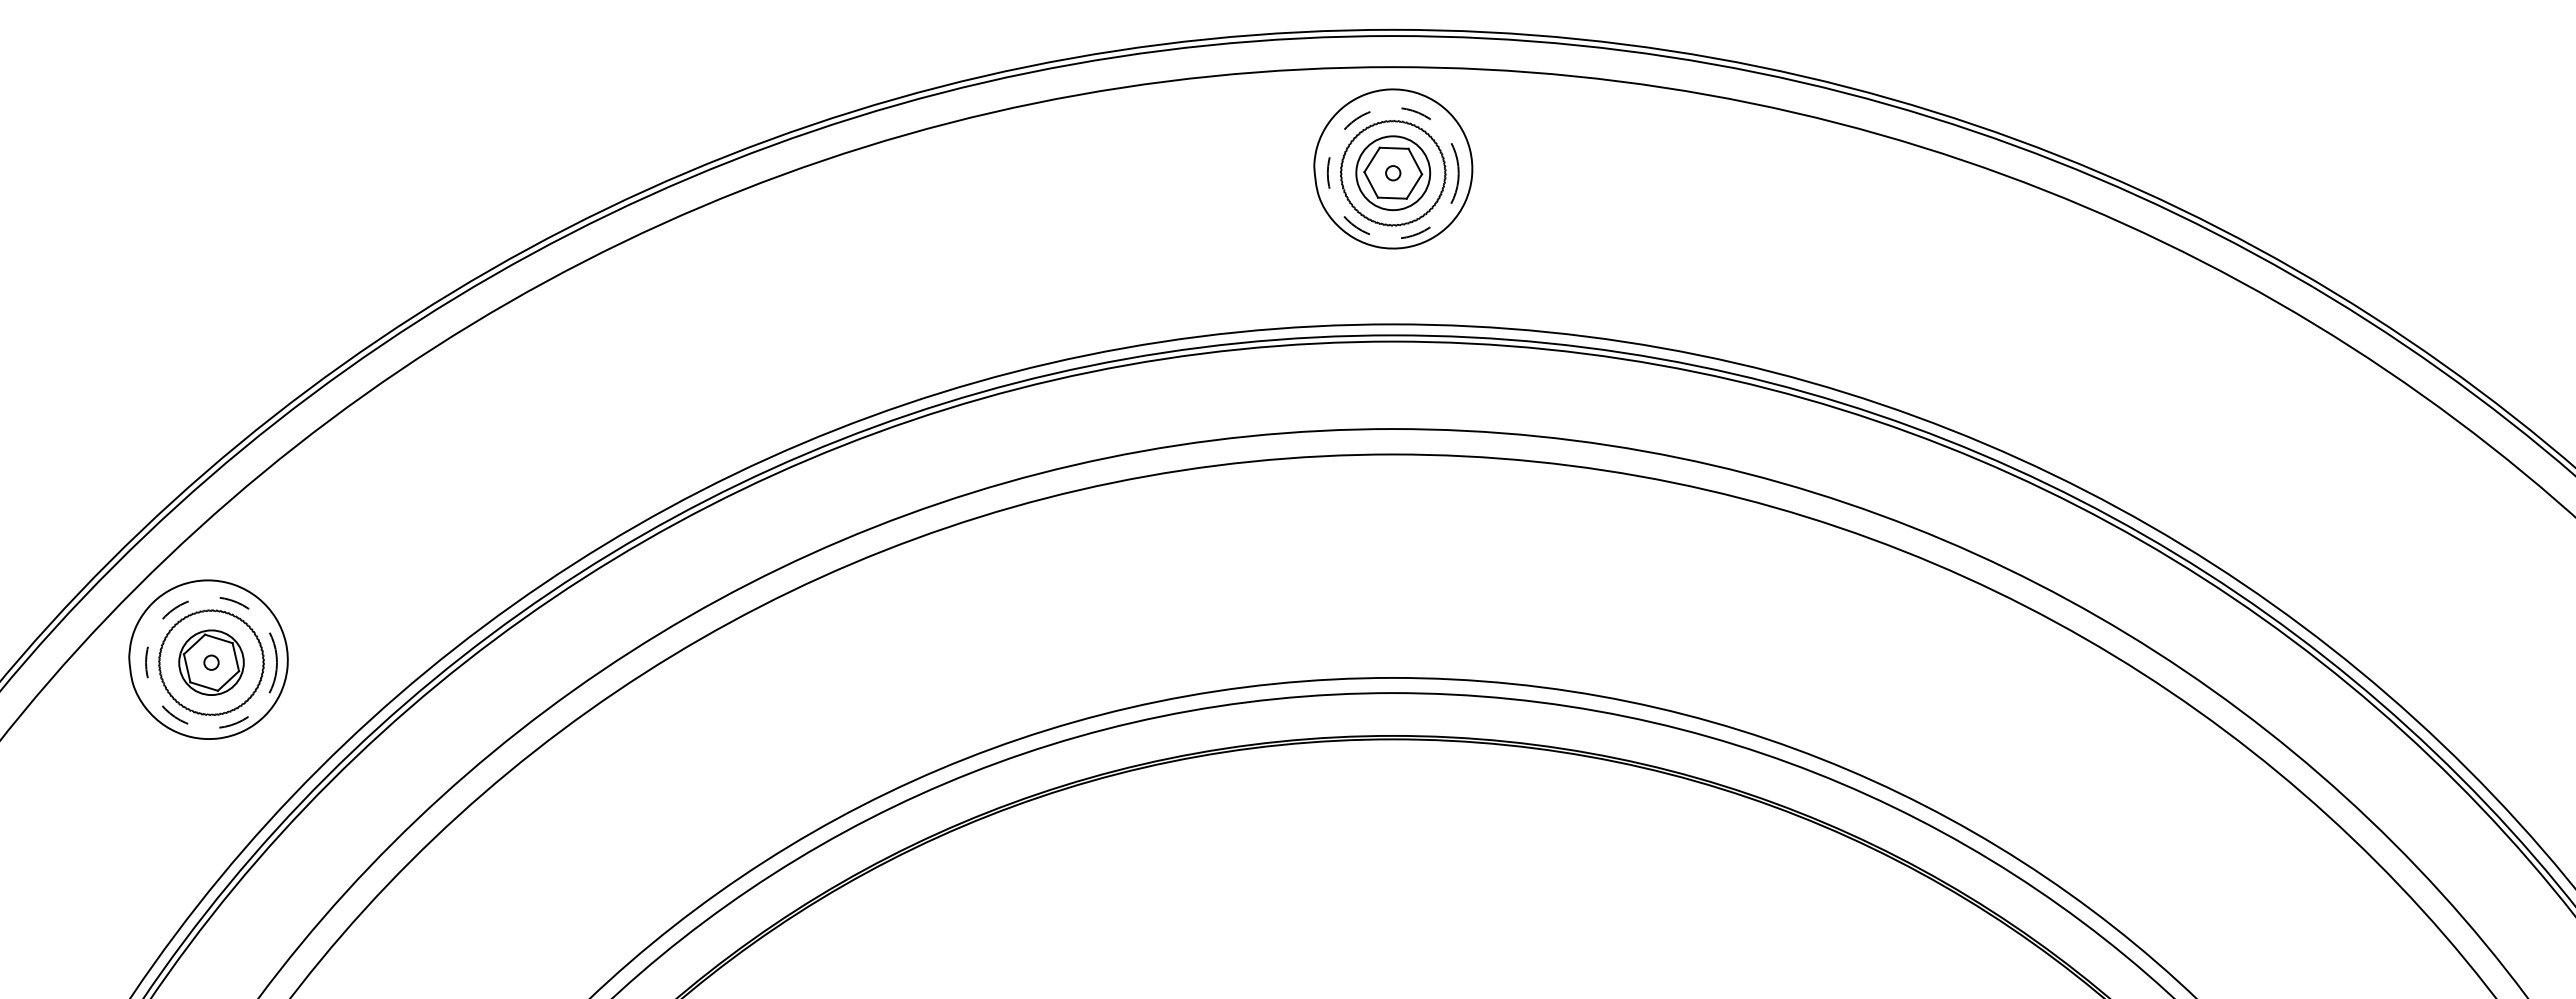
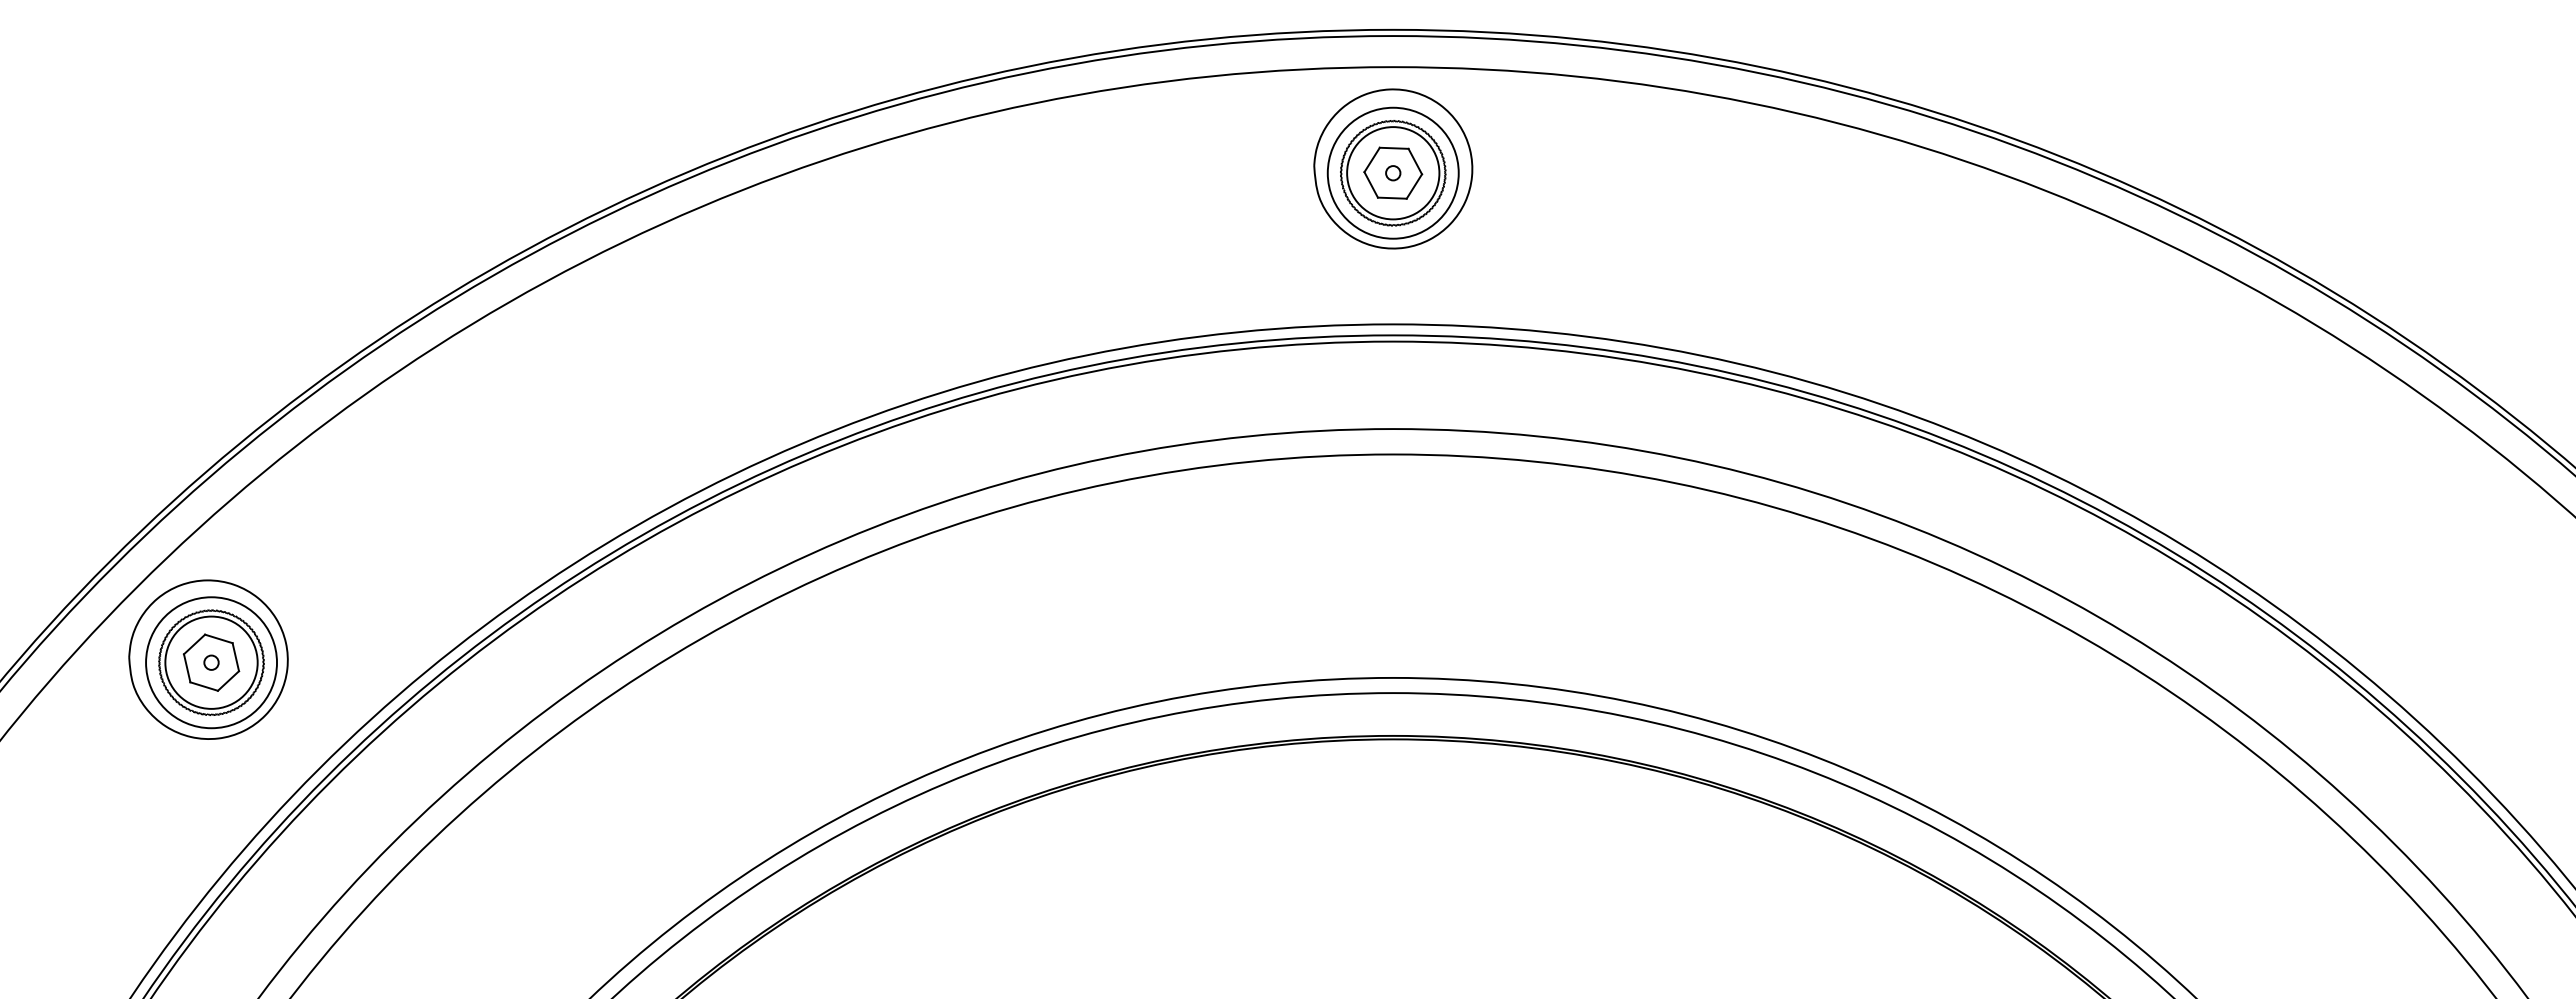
circle at (1392, 172): dashed -> solid
circle at (1393, 173) diameter: 74 px -> 92 px
circle at (211, 662) diameter: 65 px -> 92 px
circle at (211, 662): dashed -> solid
